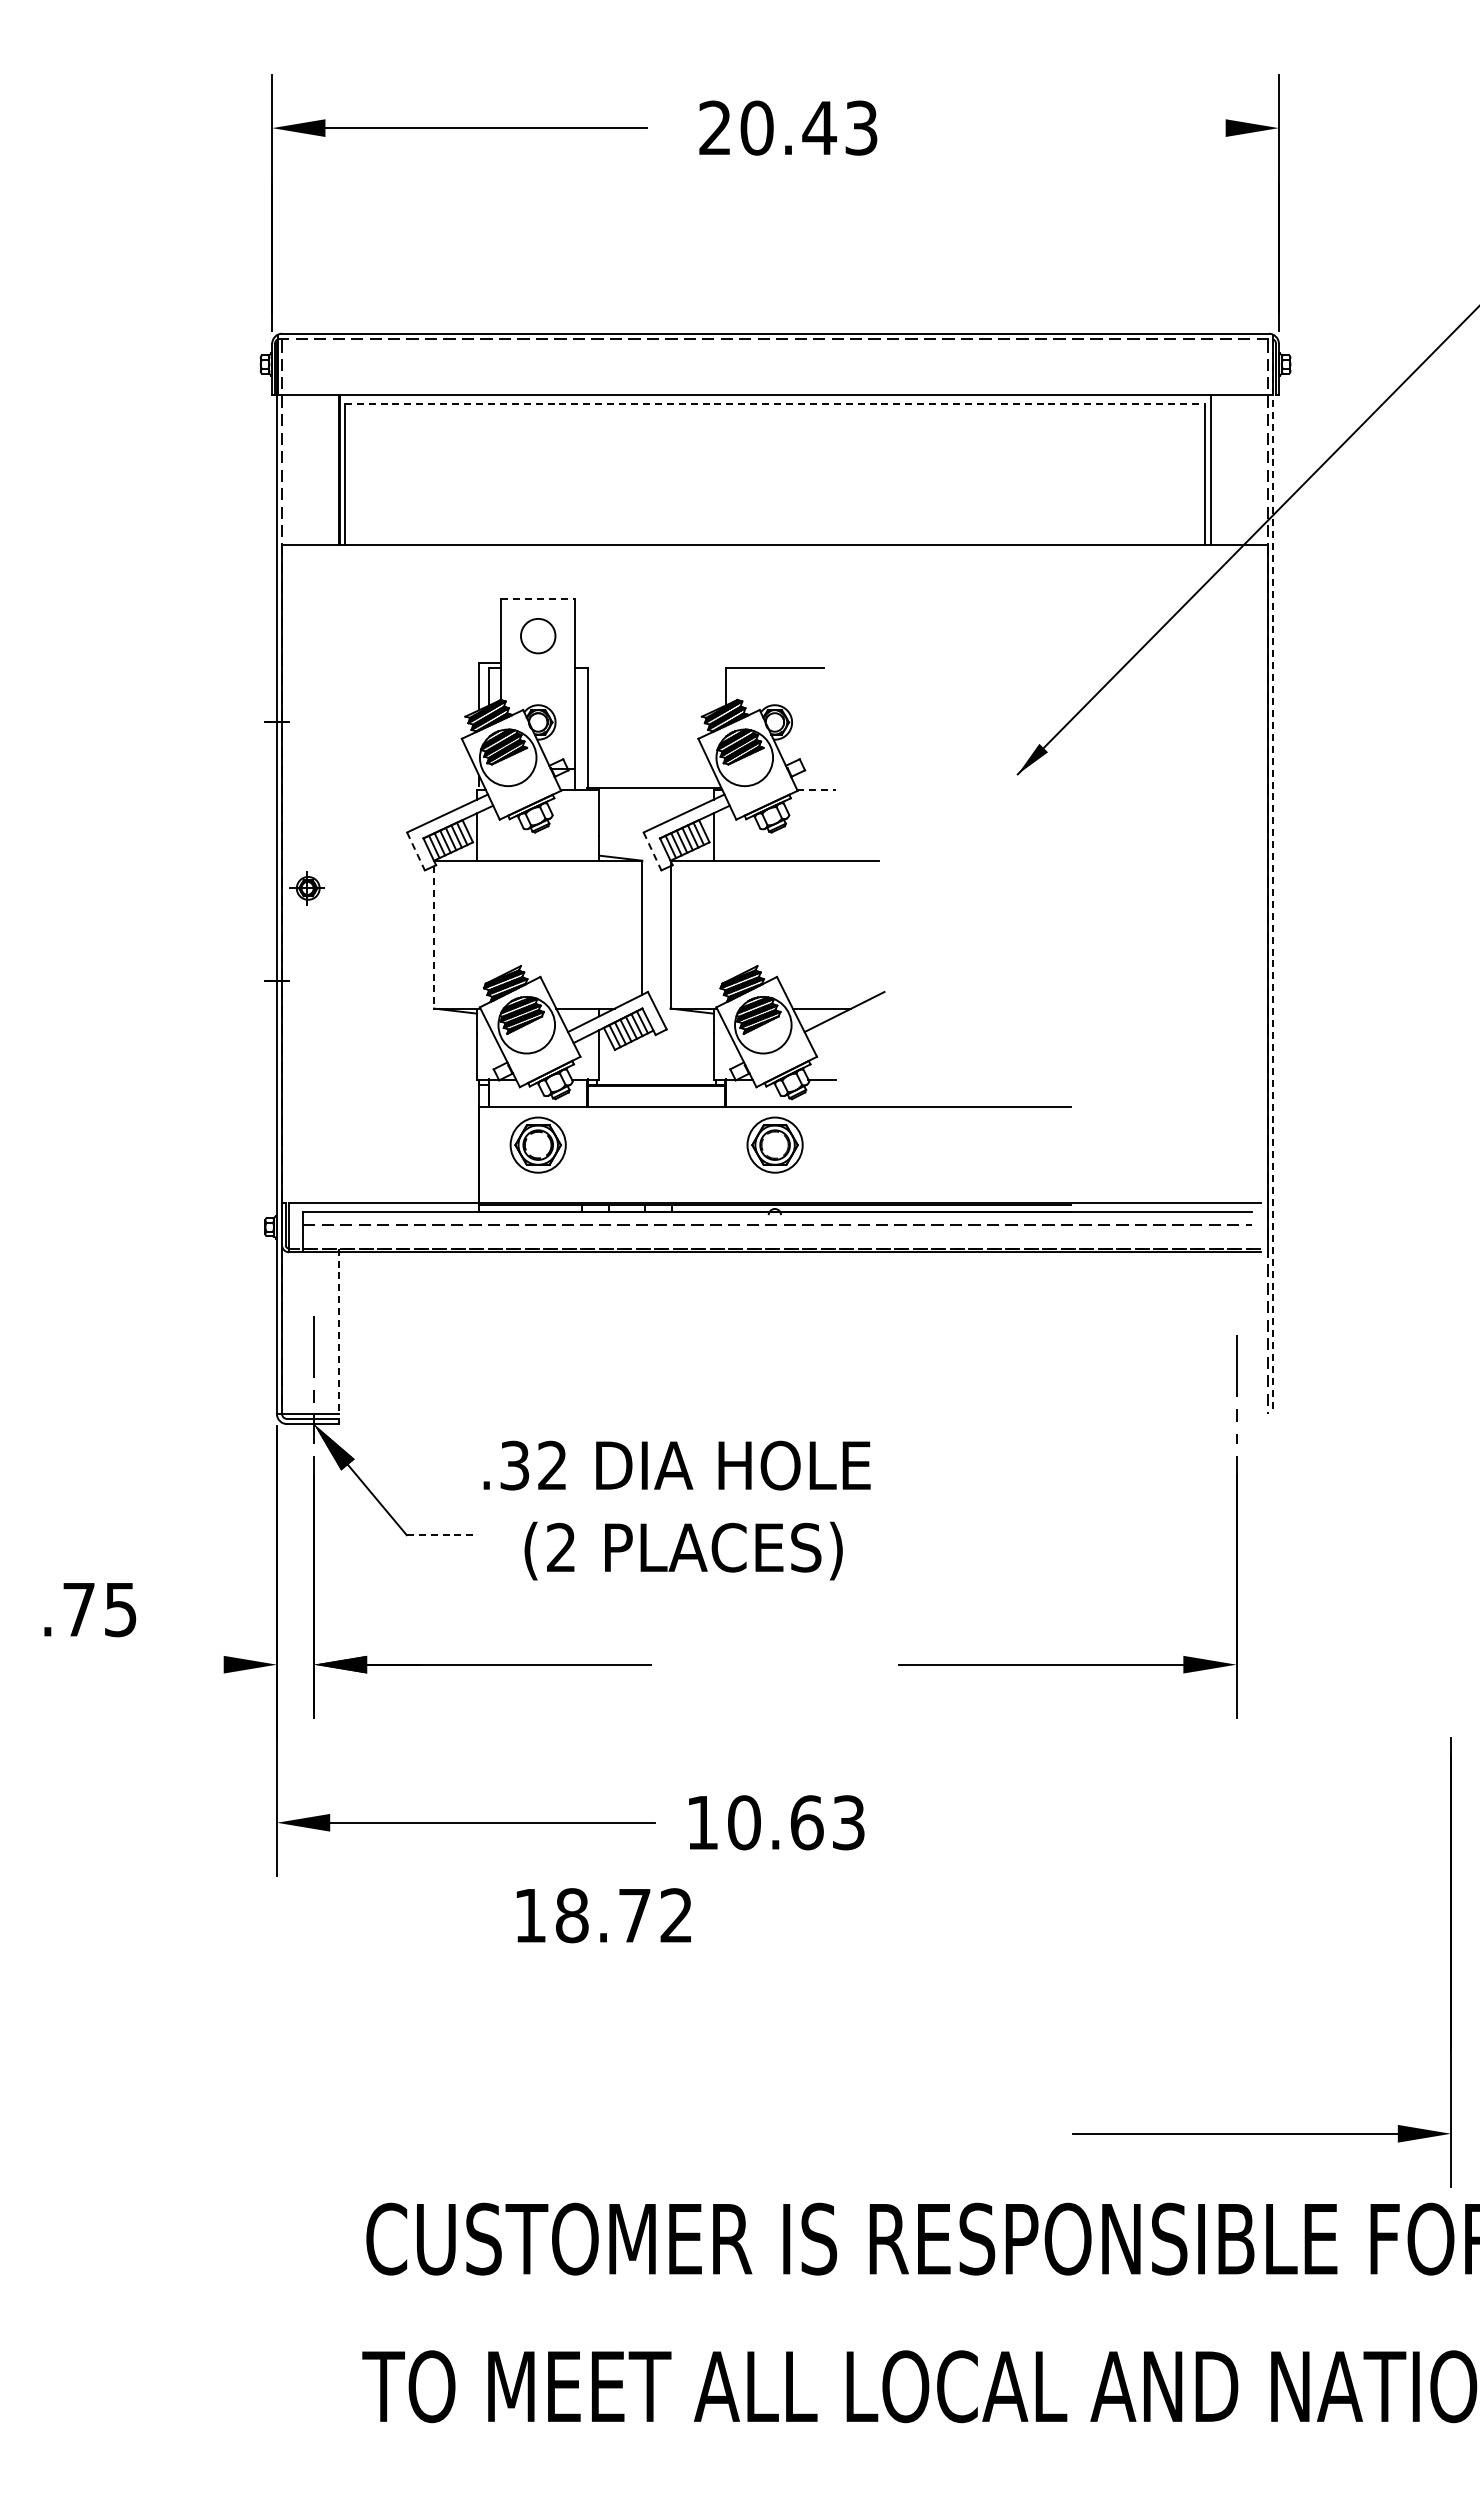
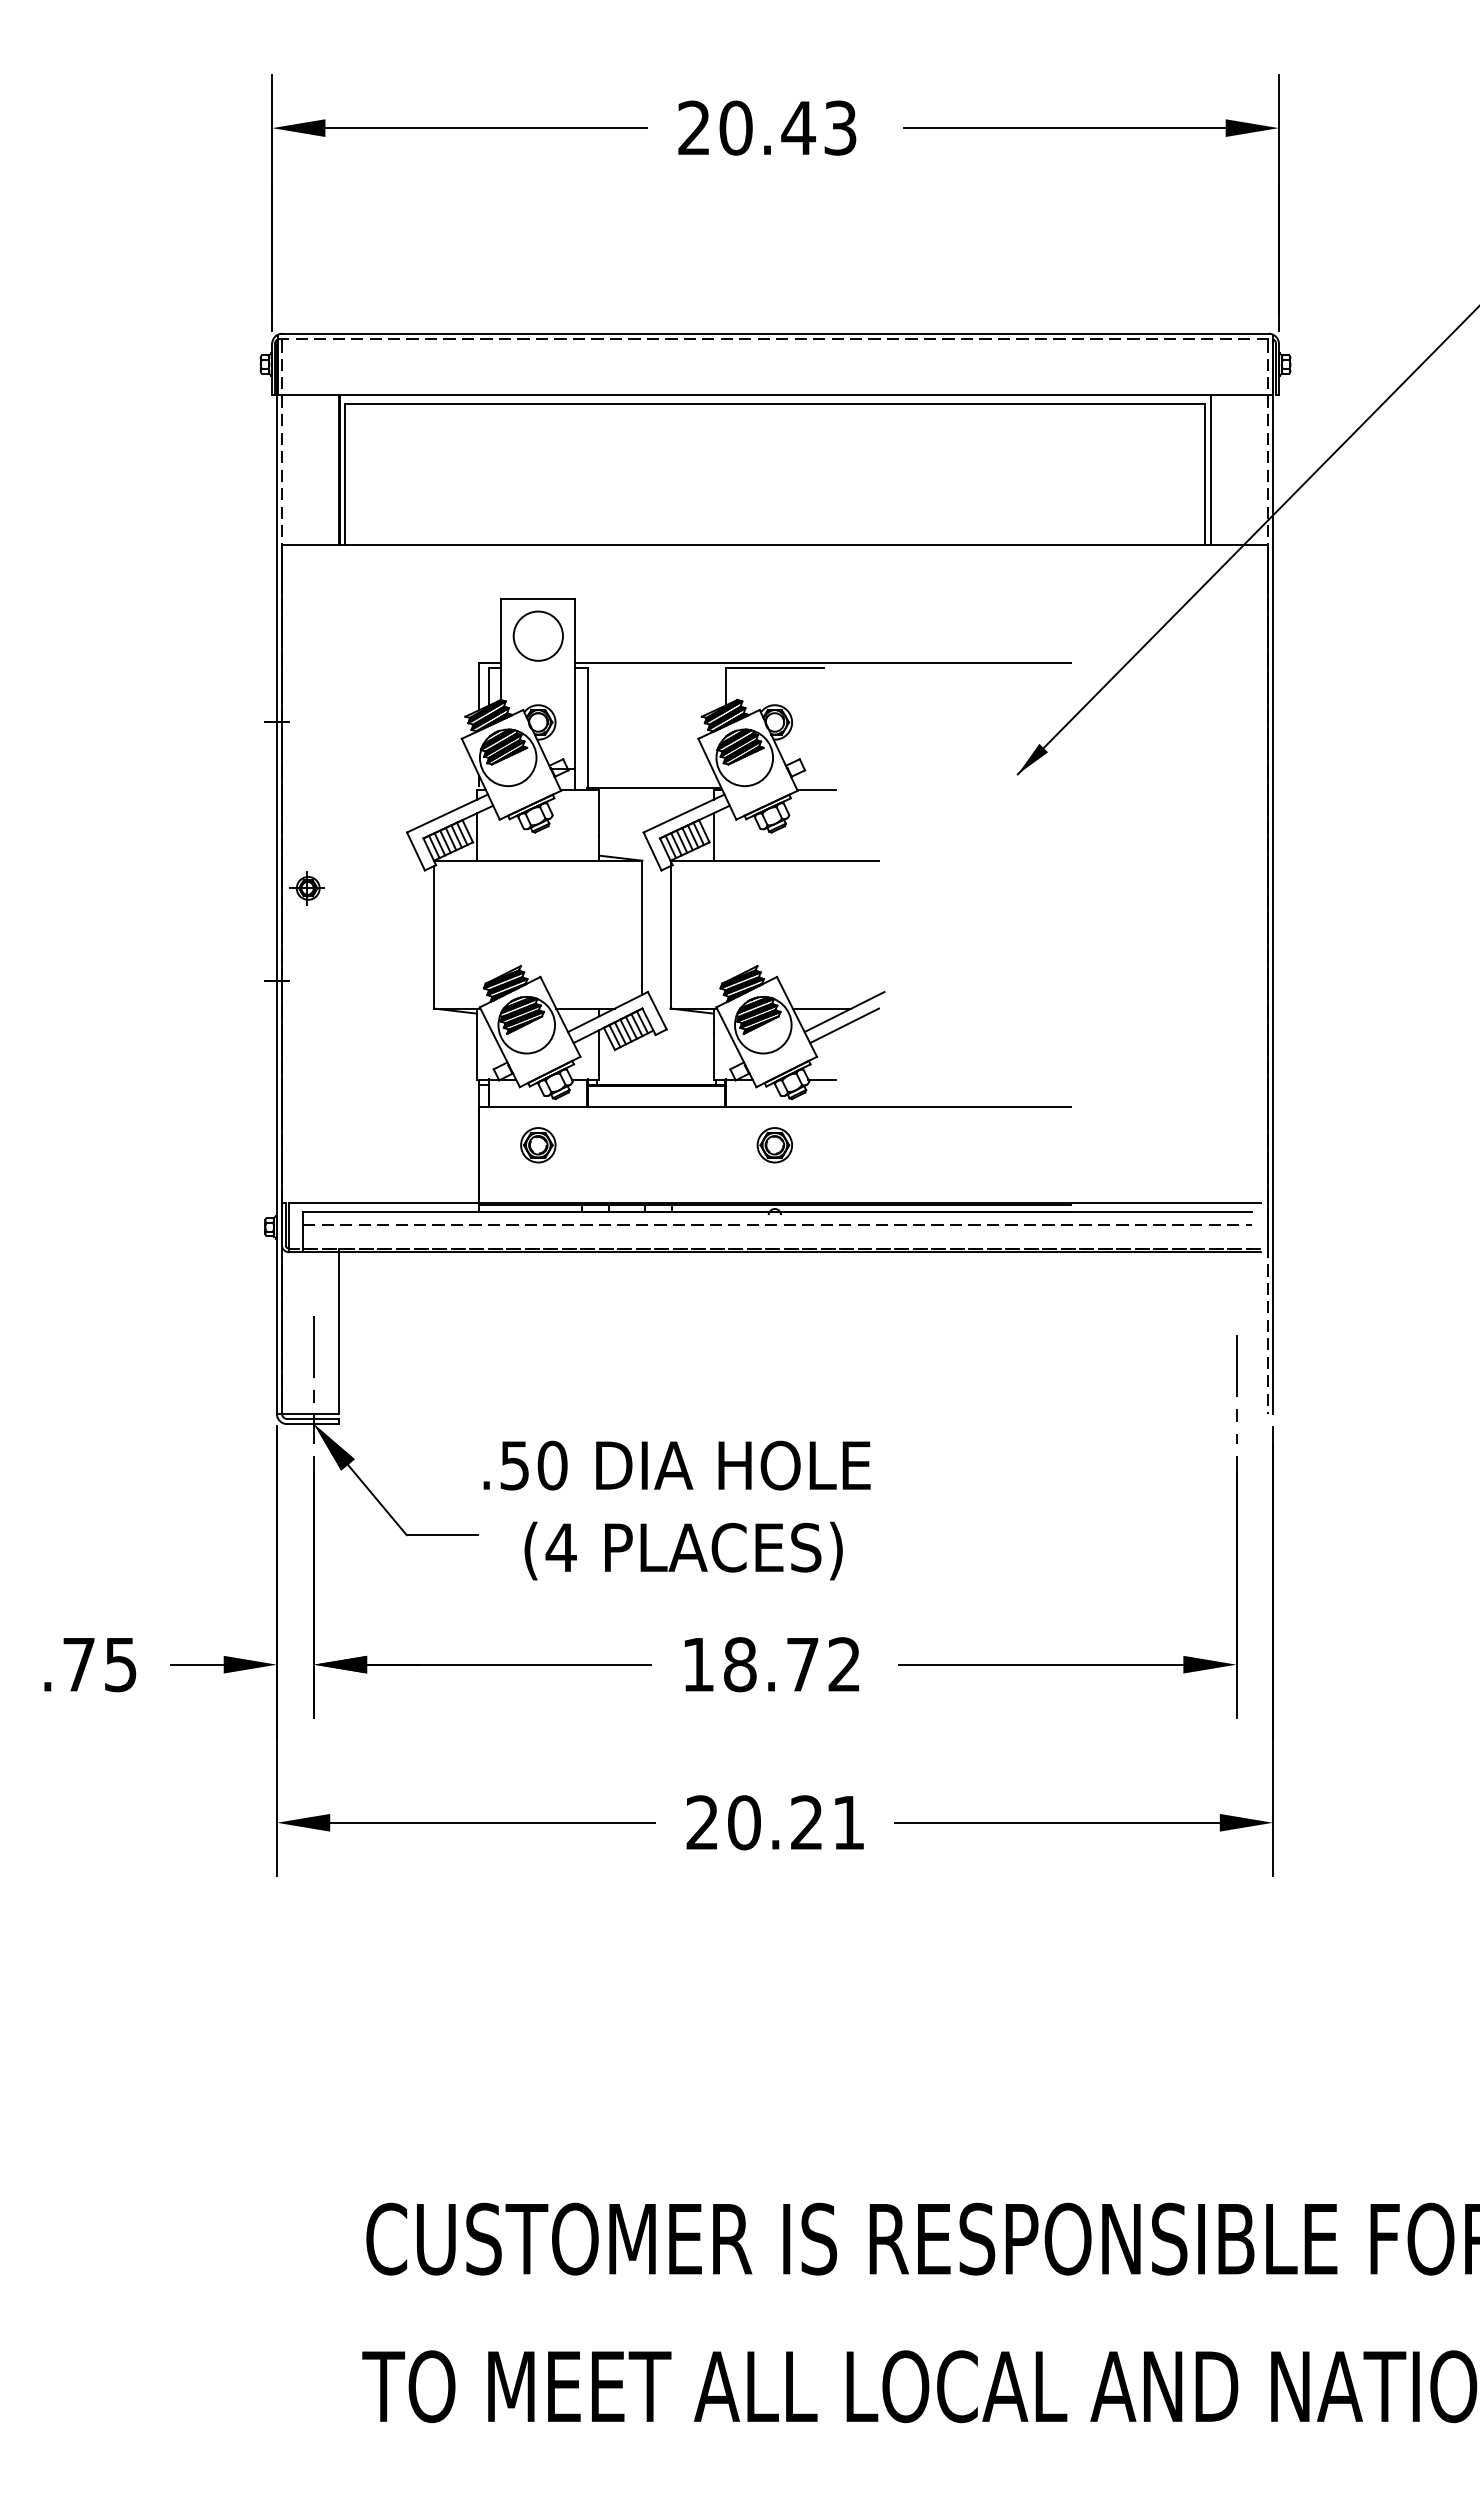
text at (788, 127) position: (788, 127) -> (767, 127)
line at (1064, 128): none -> present
line at (775, 403): dashed -> solid
line at (538, 599): dashed -> solid
circle at (538, 636) size: 37x37 px -> 52x52 px
line at (822, 663): none -> present
line at (816, 789): dashed -> solid
line at (416, 851): dashed -> solid
line at (652, 851): dashed -> solid
line at (1273, 877): dashed -> solid
line at (433, 937): dashed -> solid
line at (844, 1025): none -> present
part at (537, 1144) size: 58x58 px -> 37x37 px
part at (774, 1144) size: 58x58 px -> 37x37 px
line at (338, 1331): dashed -> solid
text at (534, 1465): .32 -> .50
line at (442, 1535): dashed -> solid
text at (560, 1546): (2 -> (4
text at (90, 1610) position: (90, 1610) -> (90, 1665)
line at (196, 1664): none -> present
text at (775, 1822): 10.63 -> 20.21
text at (603, 1915) position: (603, 1915) -> (771, 1664)
part at (1261, 2133) position: (1261, 2133) -> (1083, 1822)
